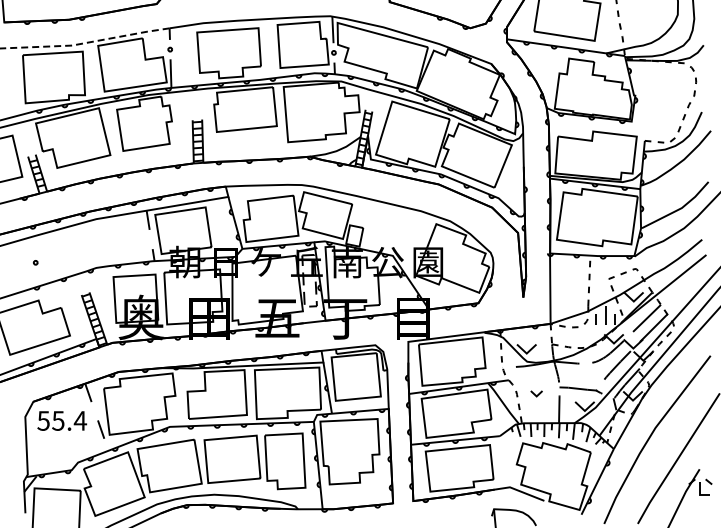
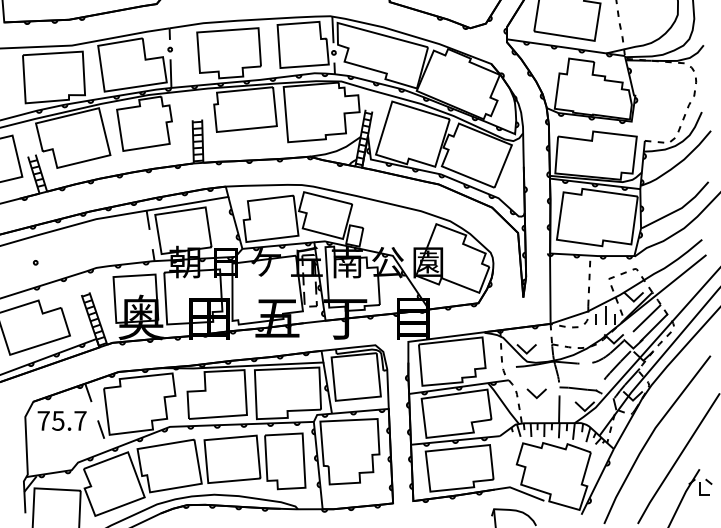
line at (85, 43): dashed -> solid
part at (536, 393) size: 13x8 px -> 21x12 px
text at (62, 420): 55.4 -> 75.7
